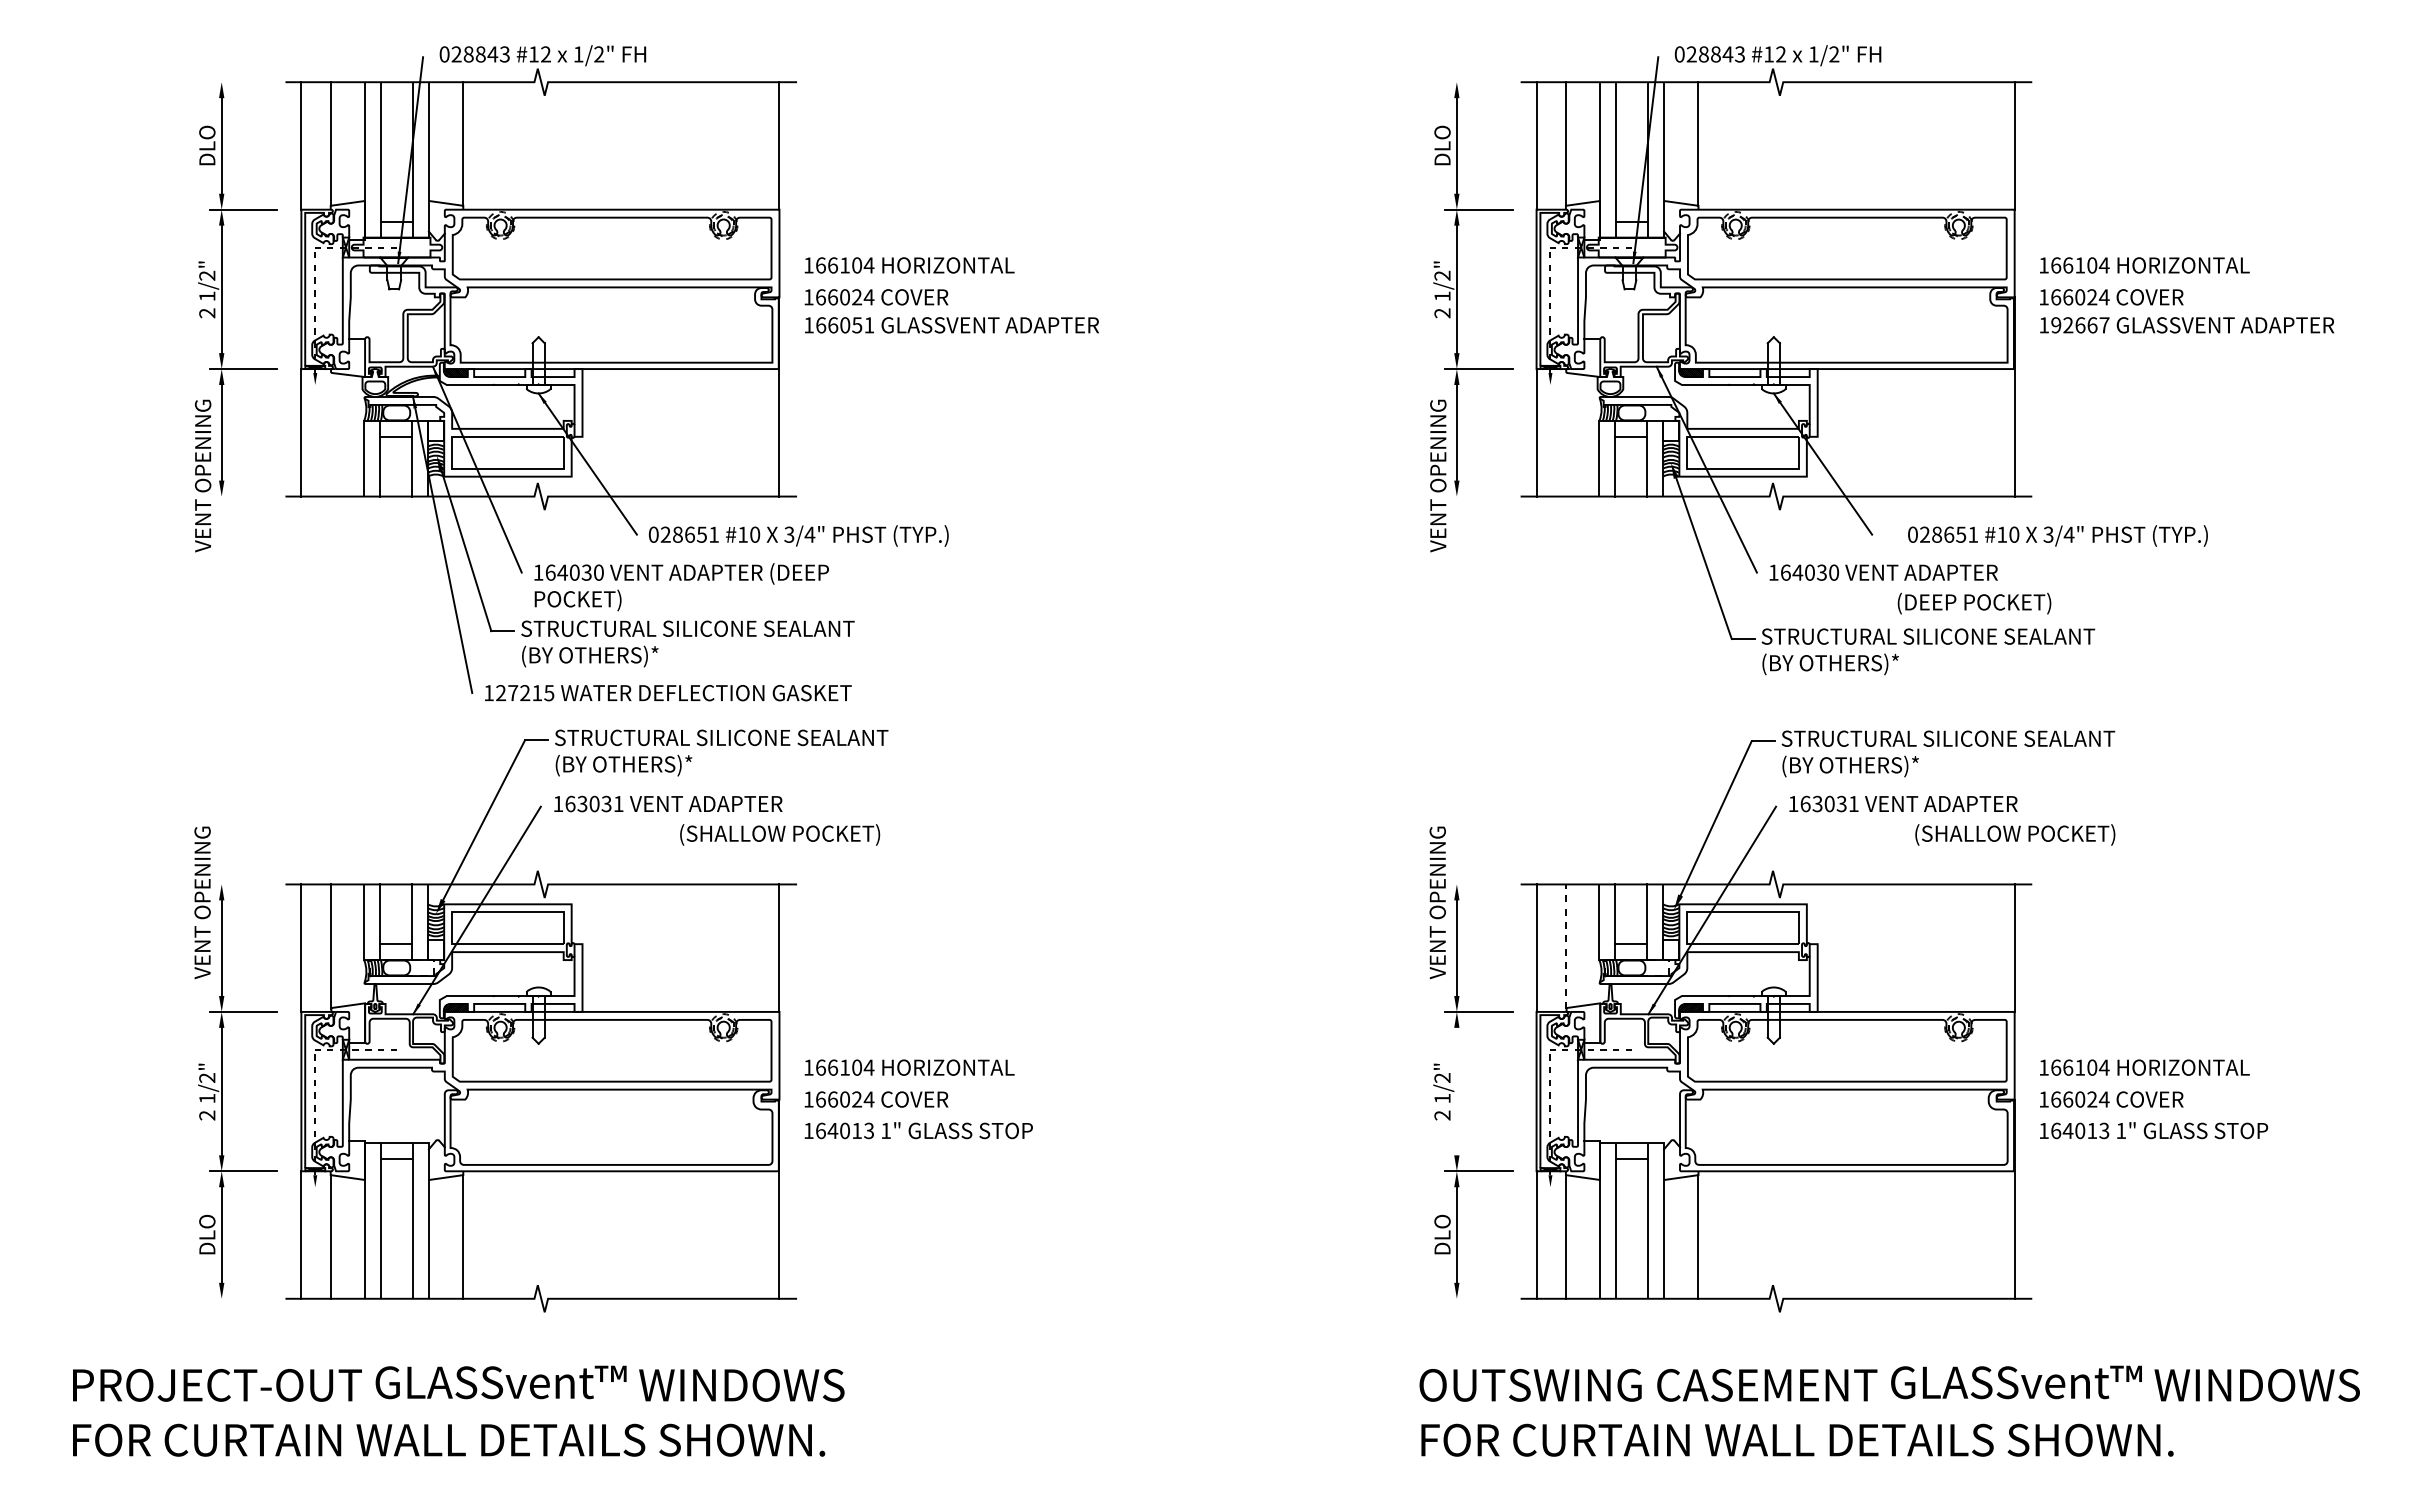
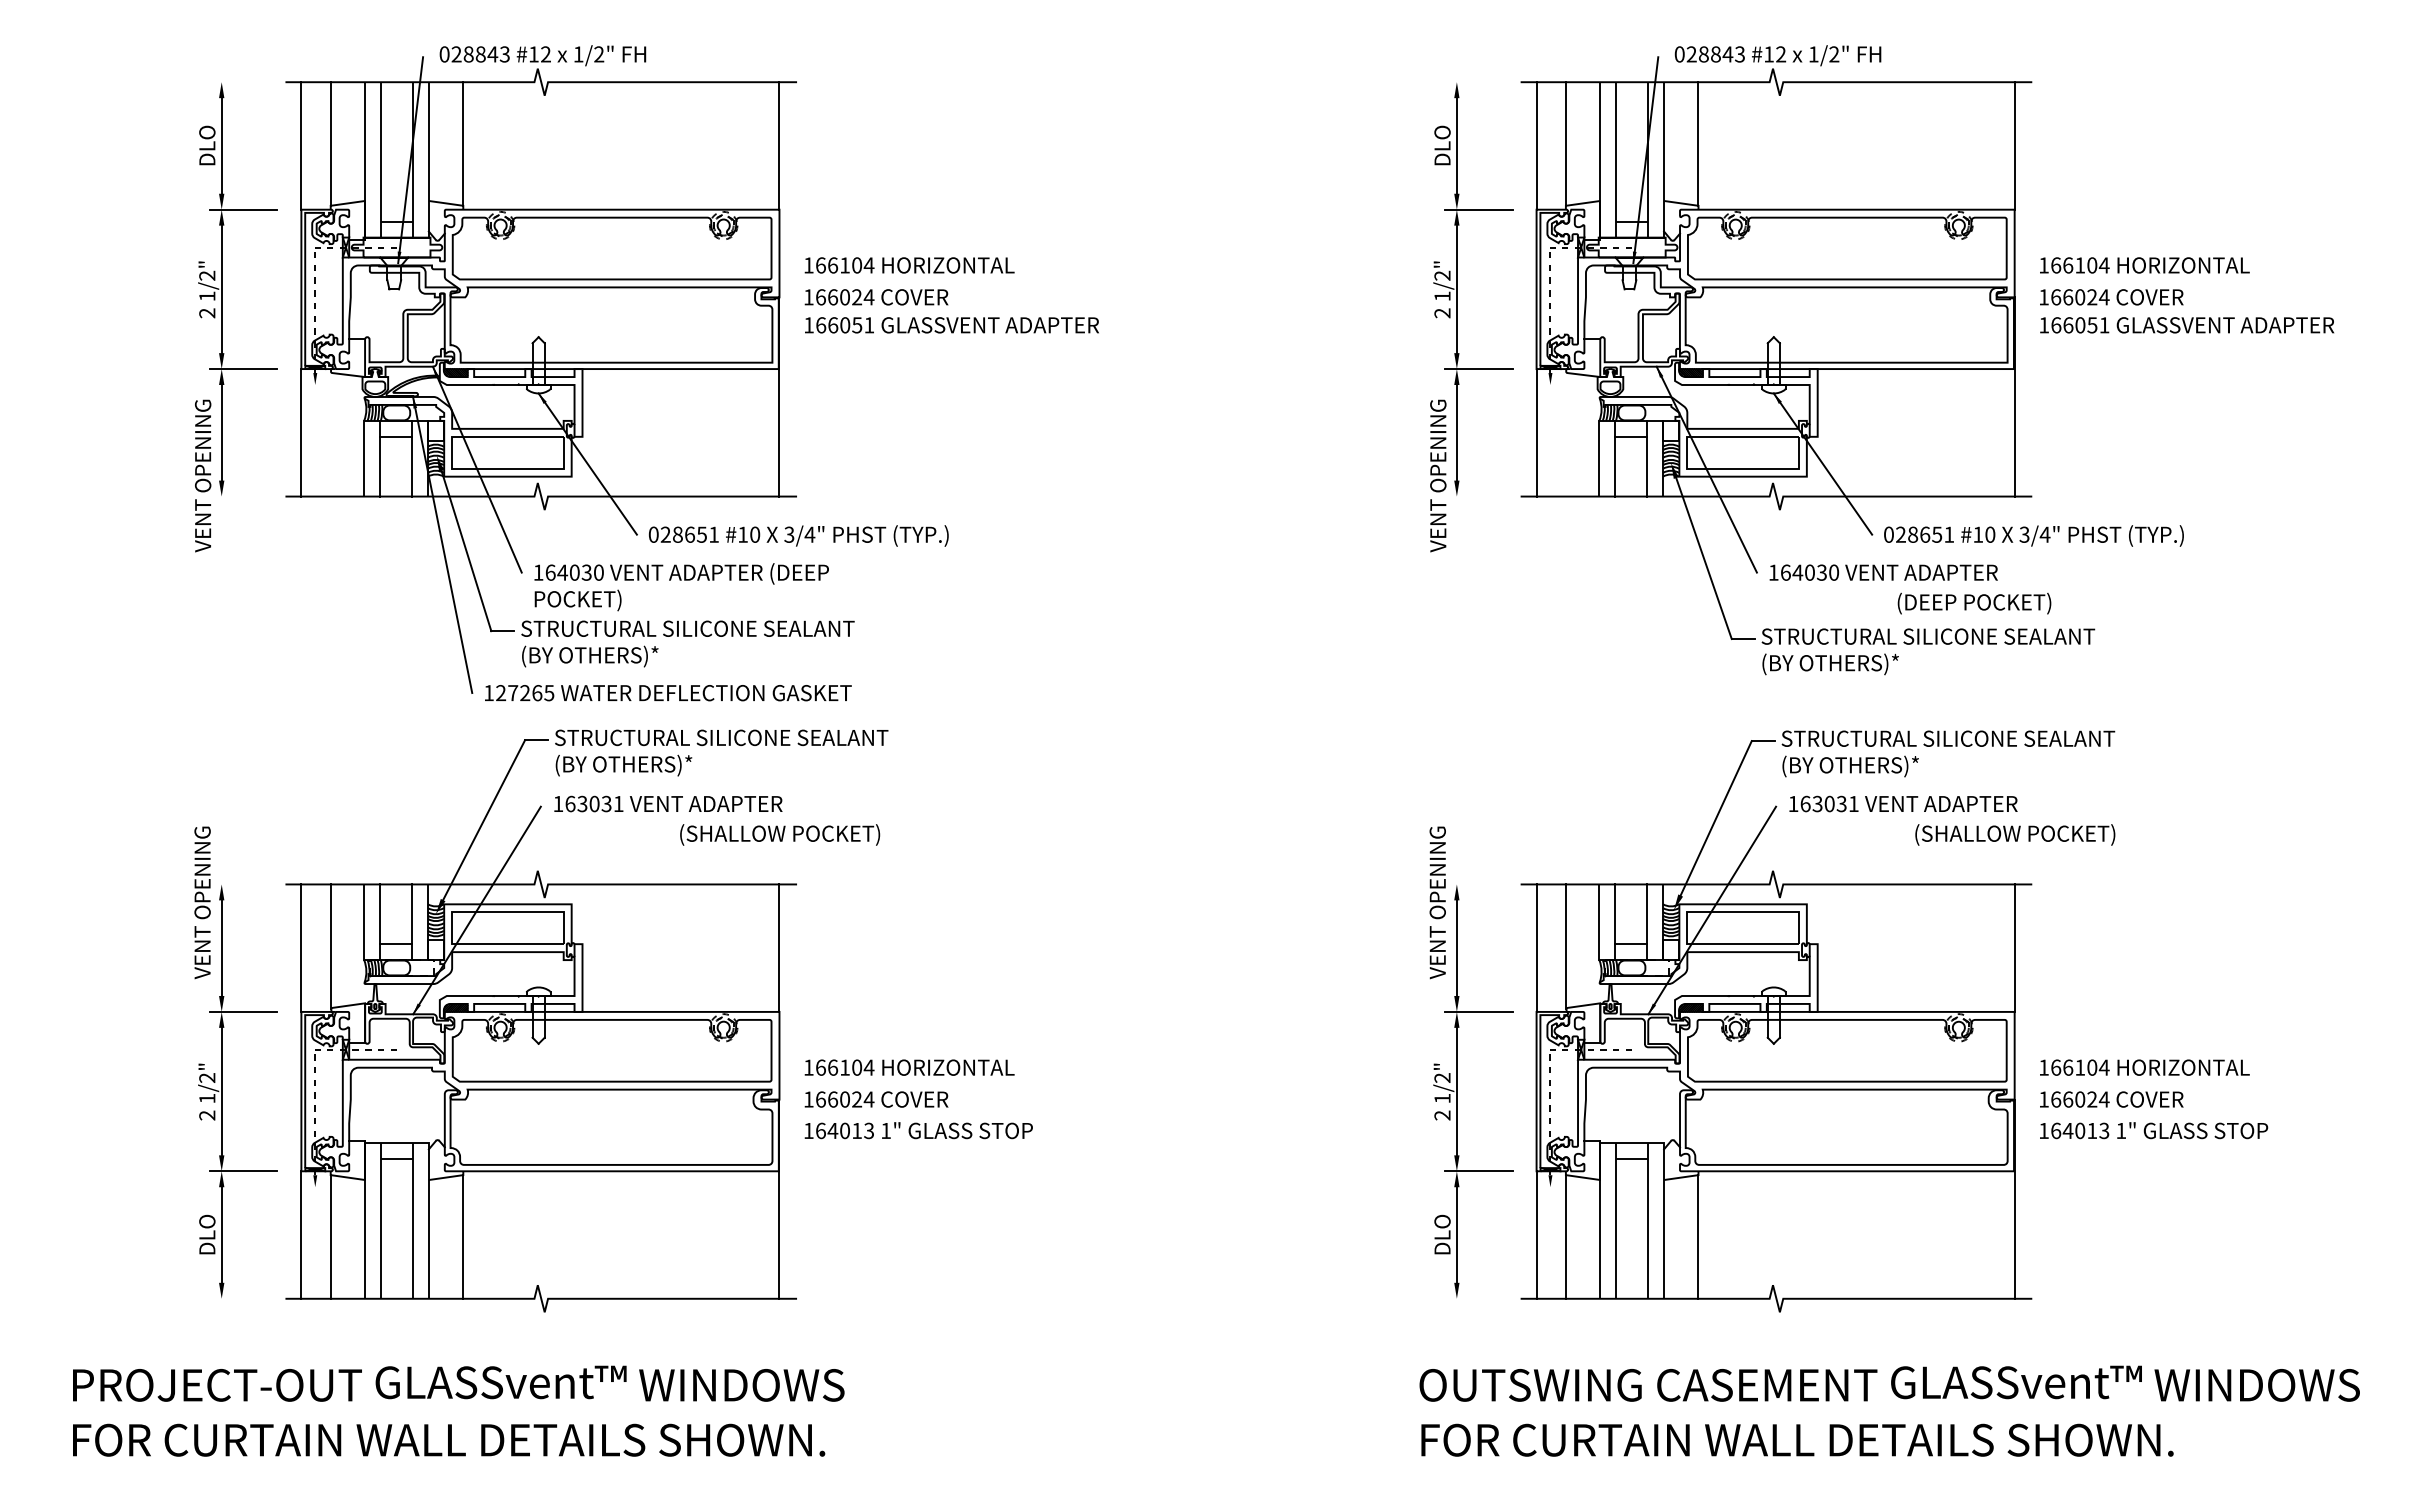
text at (2080, 325): 192667 -> 166051
text at (2057, 535) position: (2057, 535) -> (2033, 535)
text at (537, 693): 127215 -> 127265
line at (1566, 946): dashed -> solid
line at (1456, 1091): none -> present
